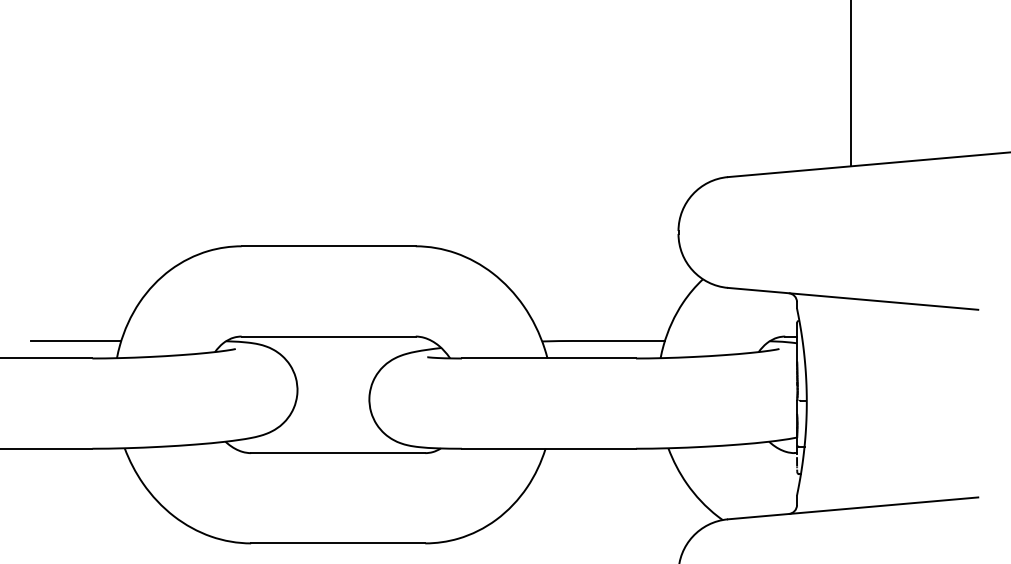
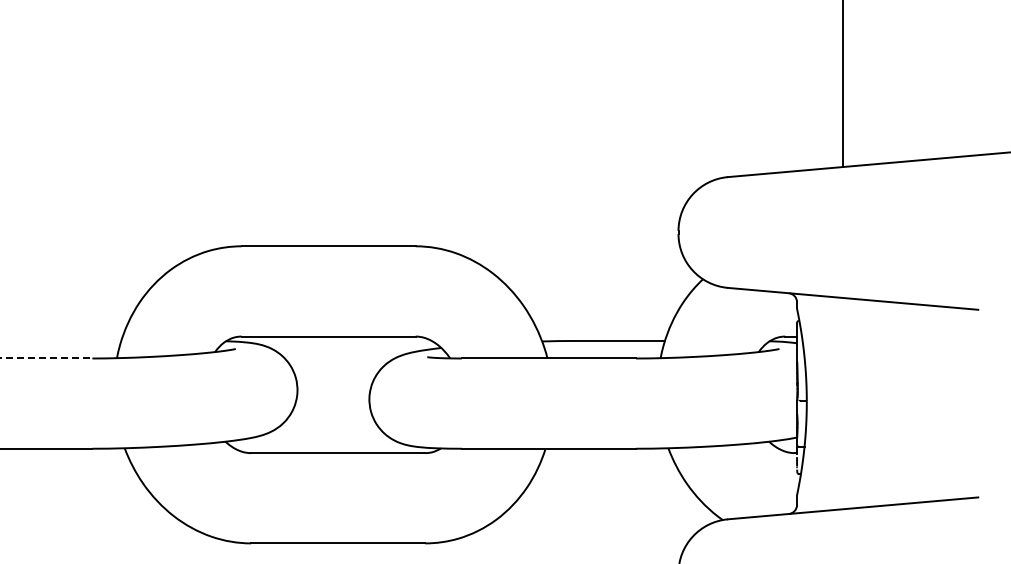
line at (851, 84) position: (851, 84) -> (843, 84)
line at (75, 340): present -> none
line at (46, 358): solid -> dashed
